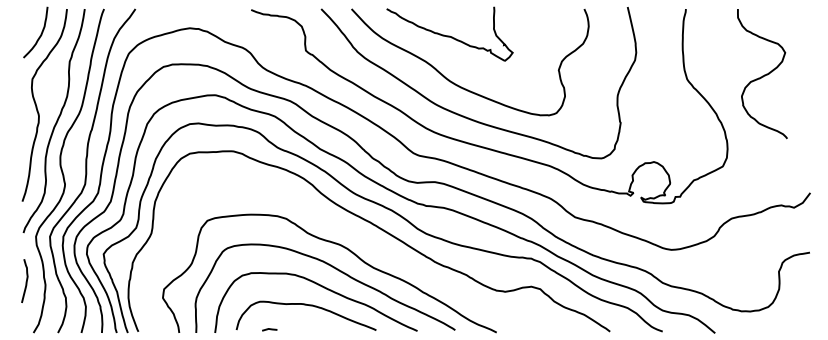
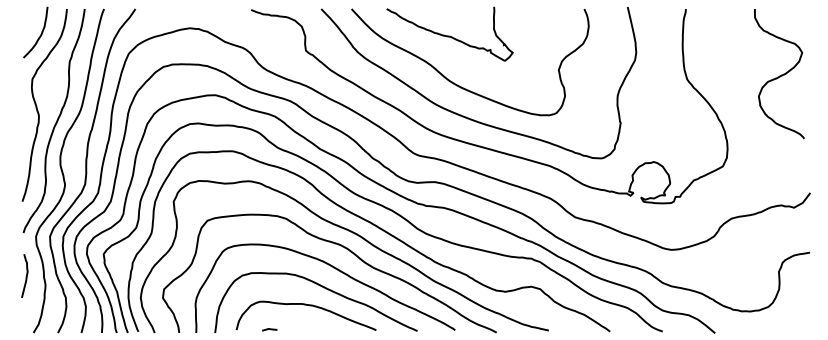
curve at (762, 75) position: (762, 75) -> (779, 75)
curve at (354, 234): none -> present
curve at (25, 281) position: (25, 281) -> (25, 276)
